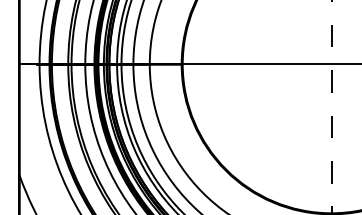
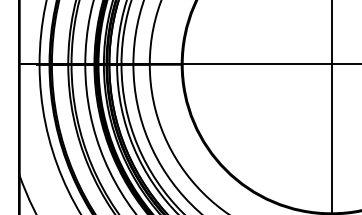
line at (331, 107): dashed -> solid
